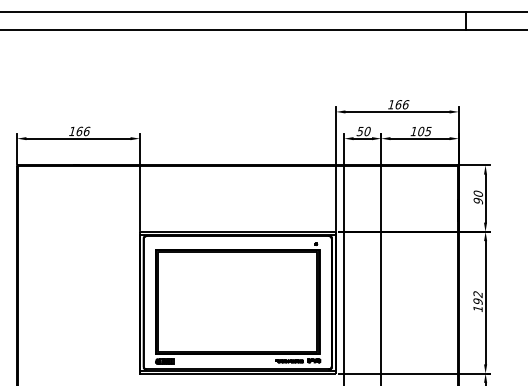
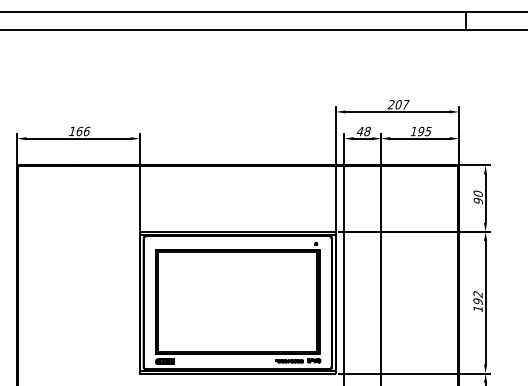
text at (398, 104): 166 -> 207
text at (363, 131): 50 -> 48
text at (420, 131): 105 -> 195
